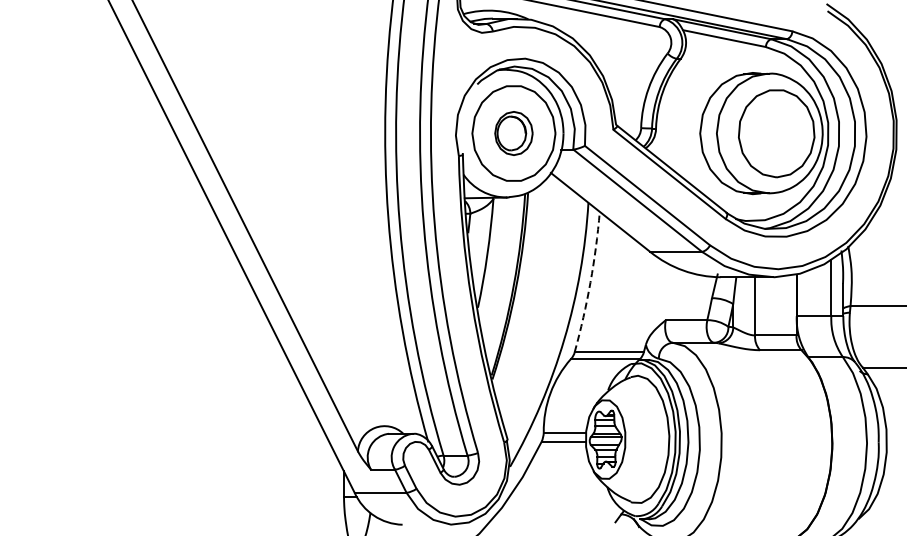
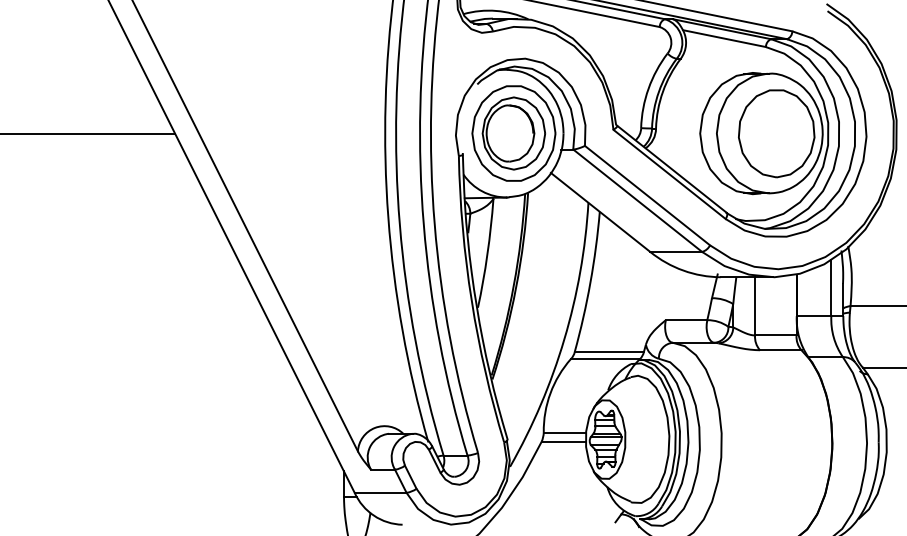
line at (88, 133): none -> present
part at (513, 133) size: 40x45 px -> 66x75 px
arc at (590, 282): dashed -> solid
